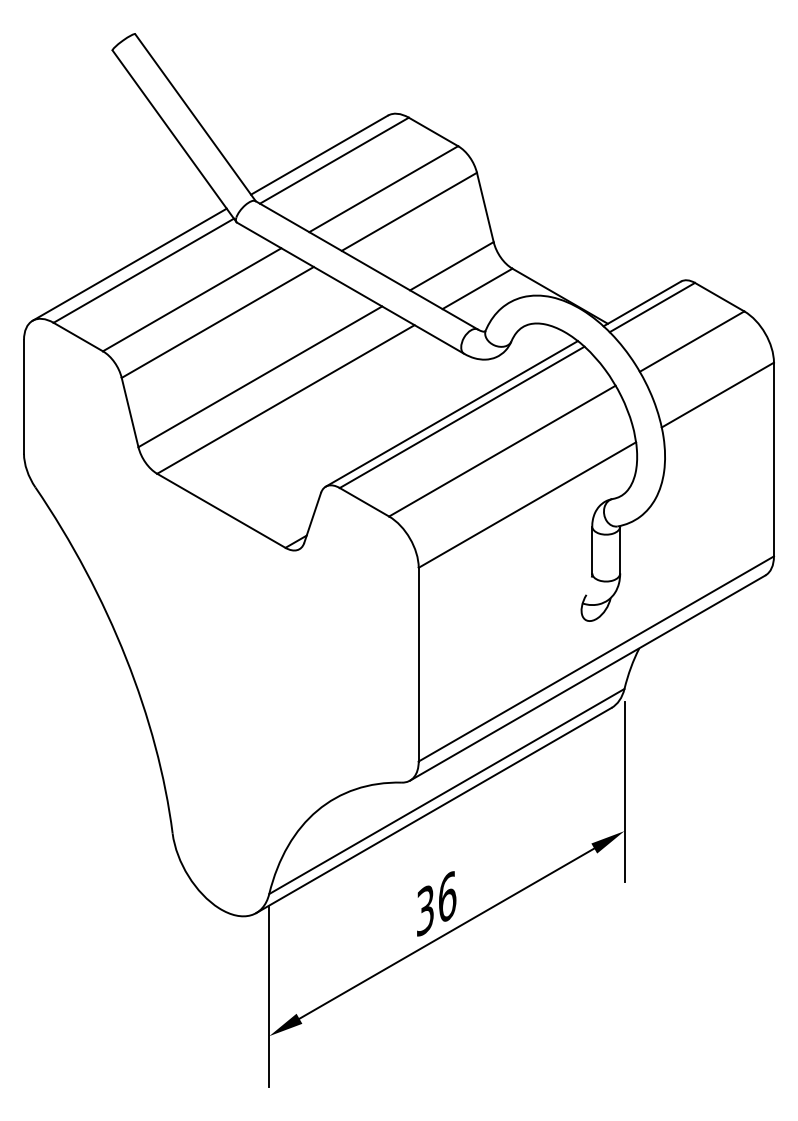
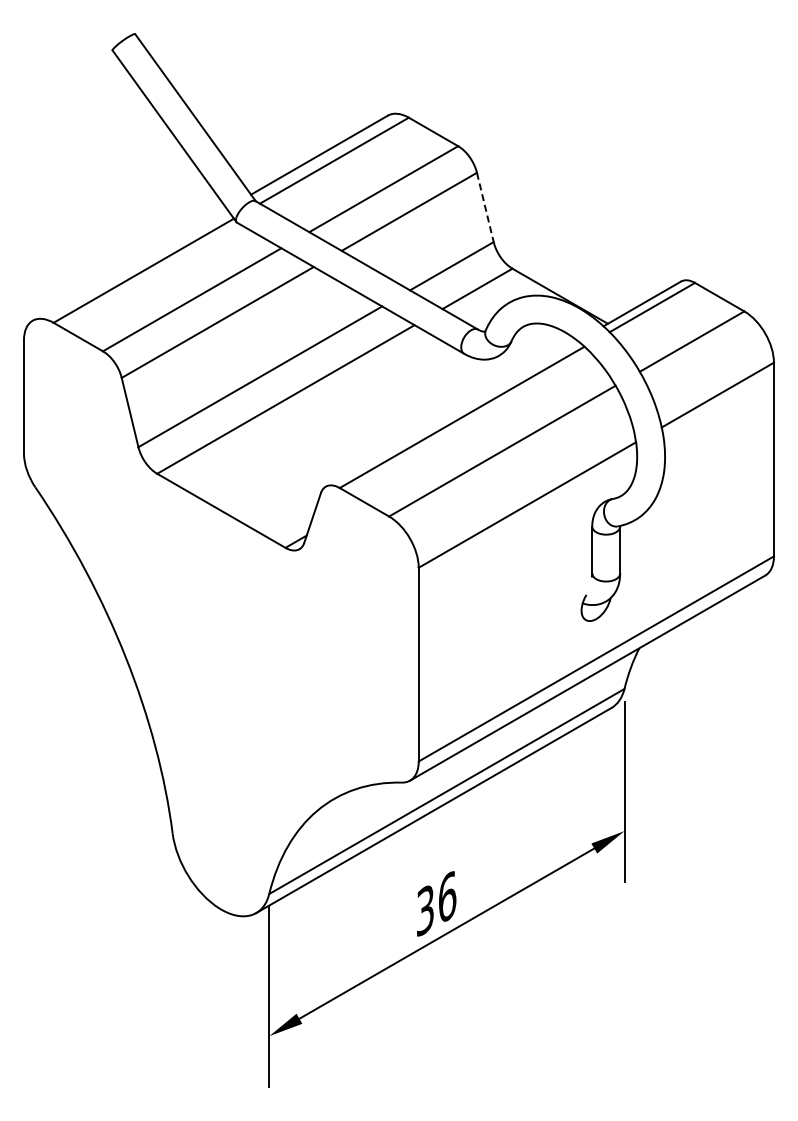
line at (485, 207): solid -> dashed
line at (129, 264): present -> none
line at (451, 413): present -> none
